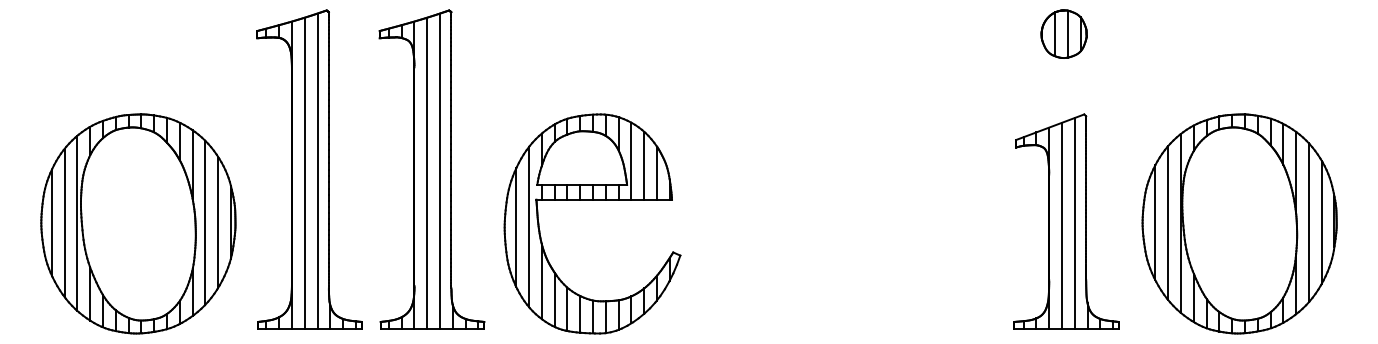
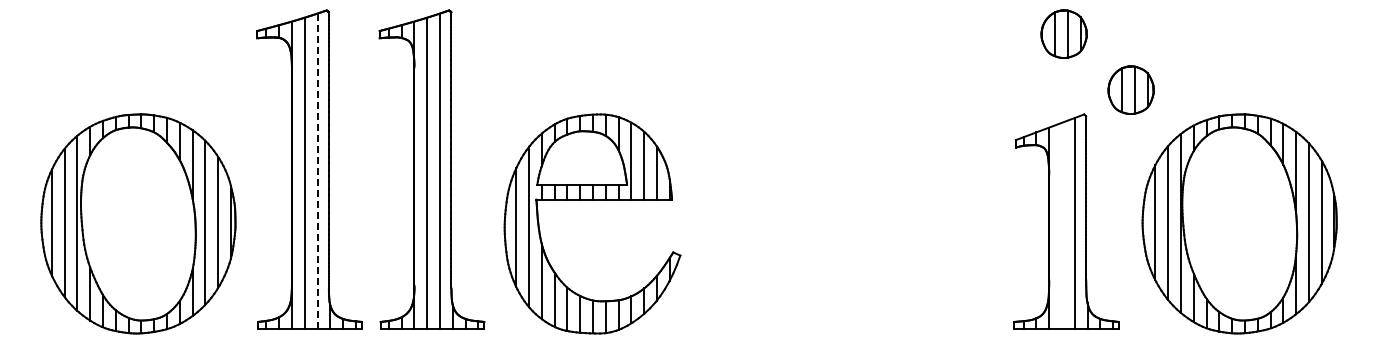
part at (1130, 89): none -> present
line at (317, 171): solid -> dashed
line at (1061, 225): present -> none
